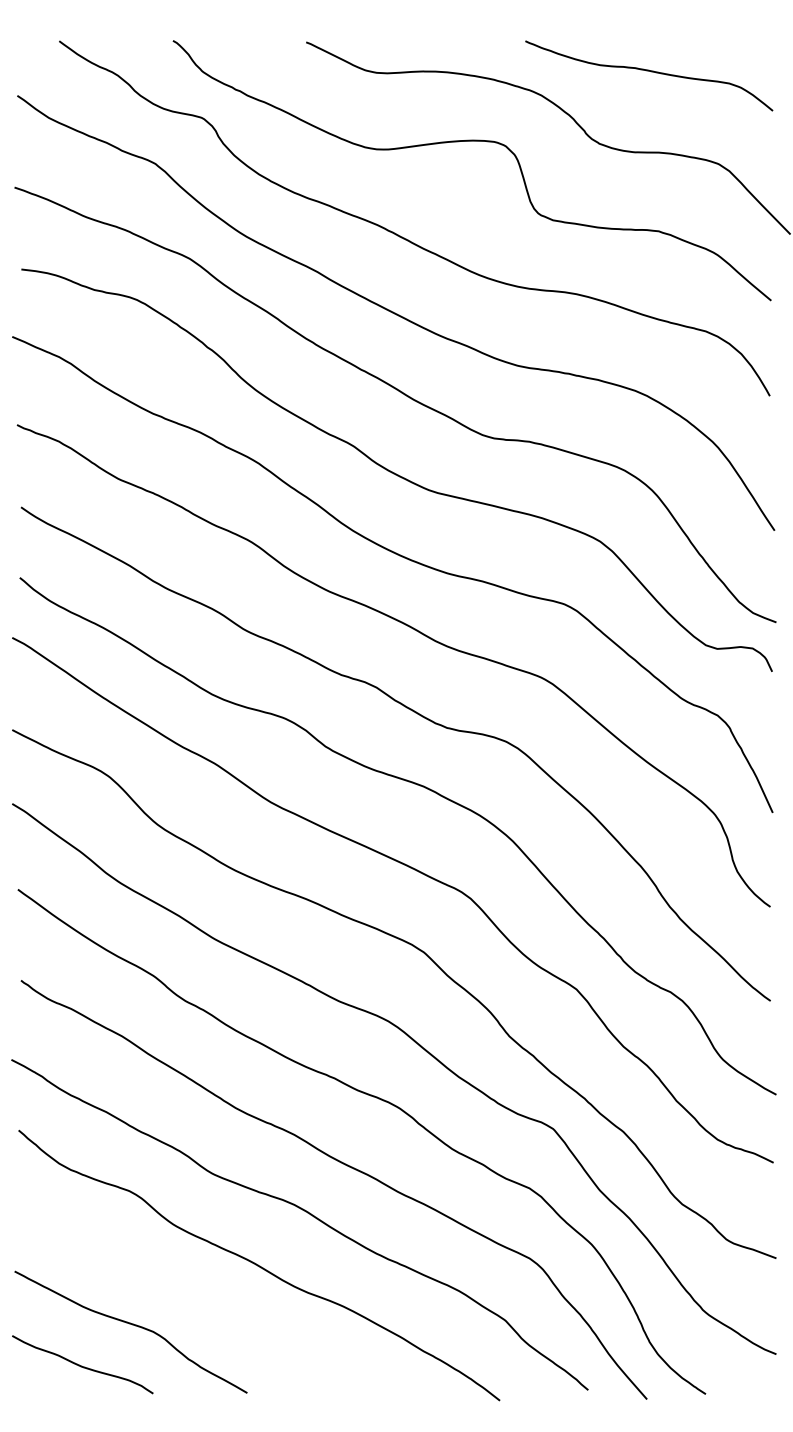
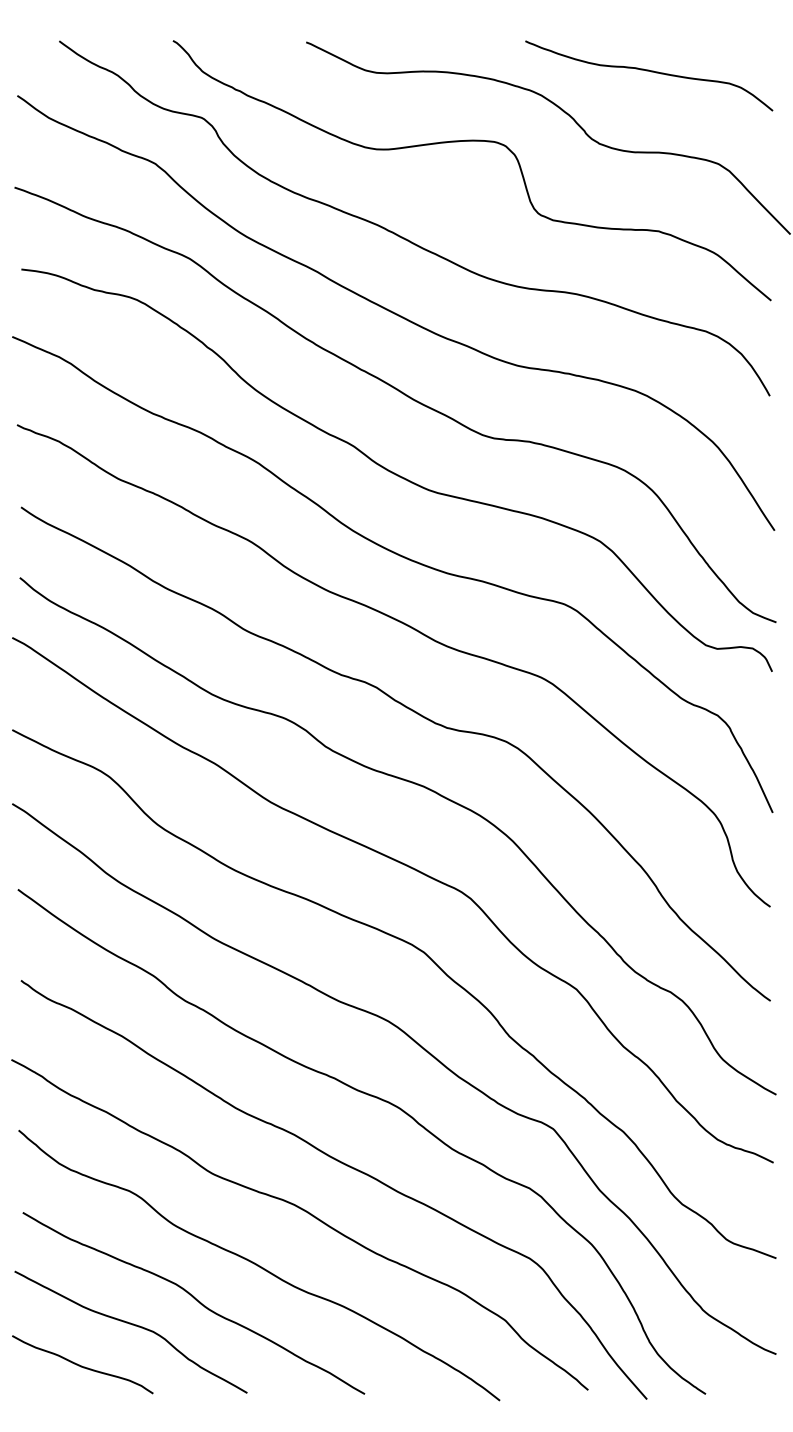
curve at (195, 1300): none -> present
